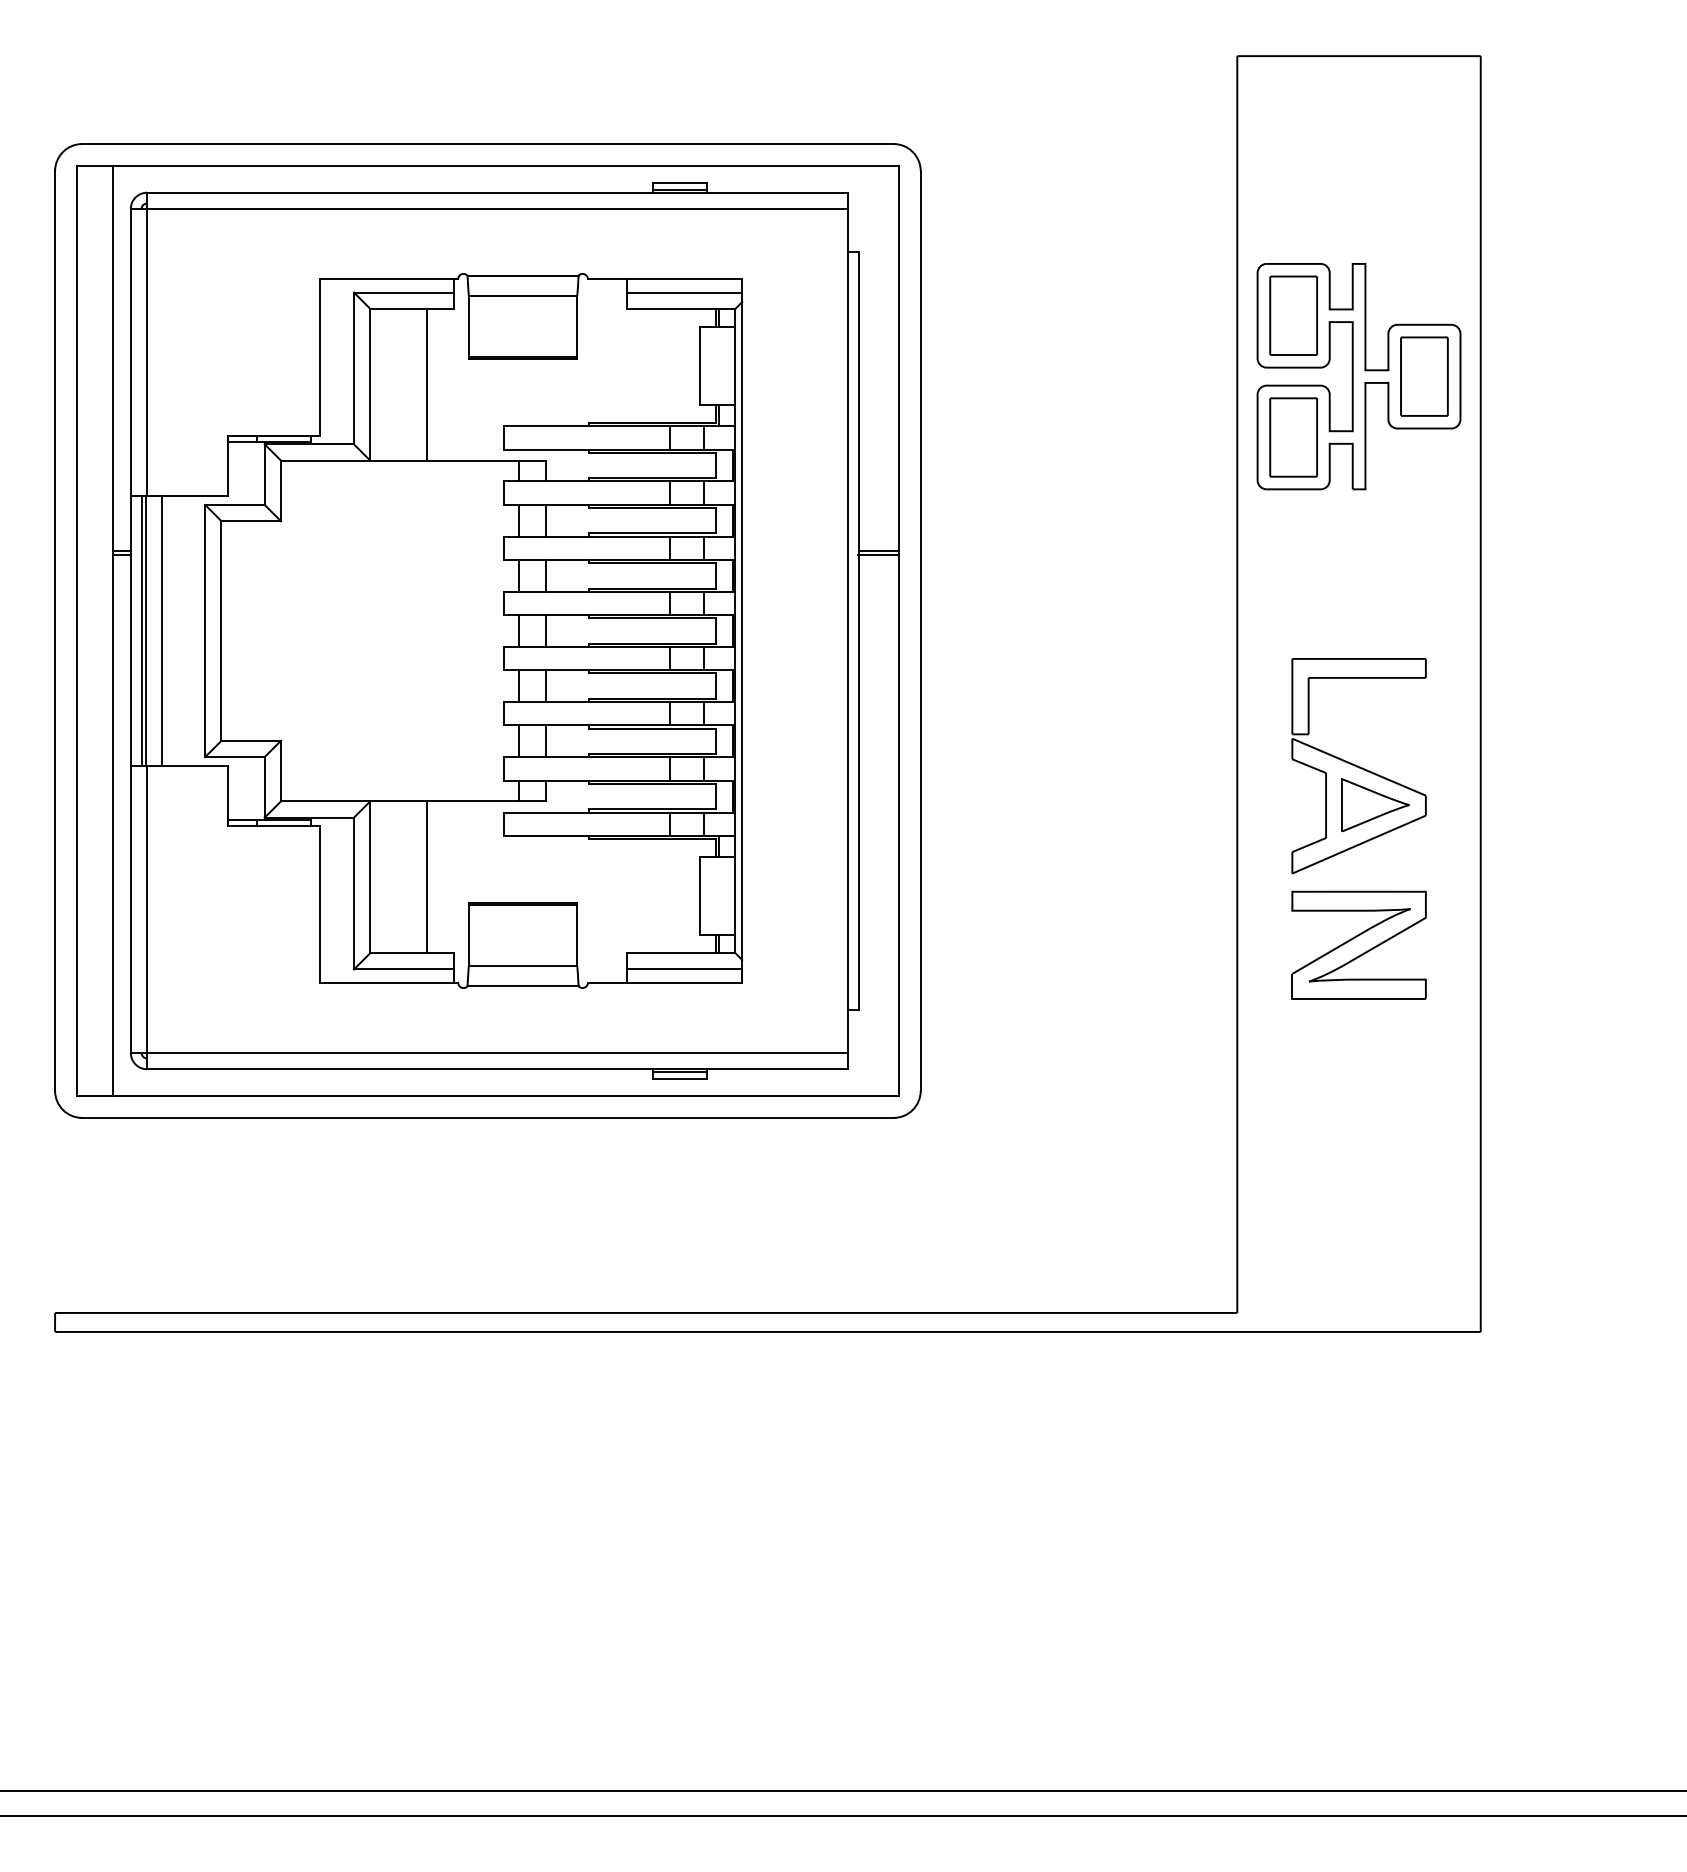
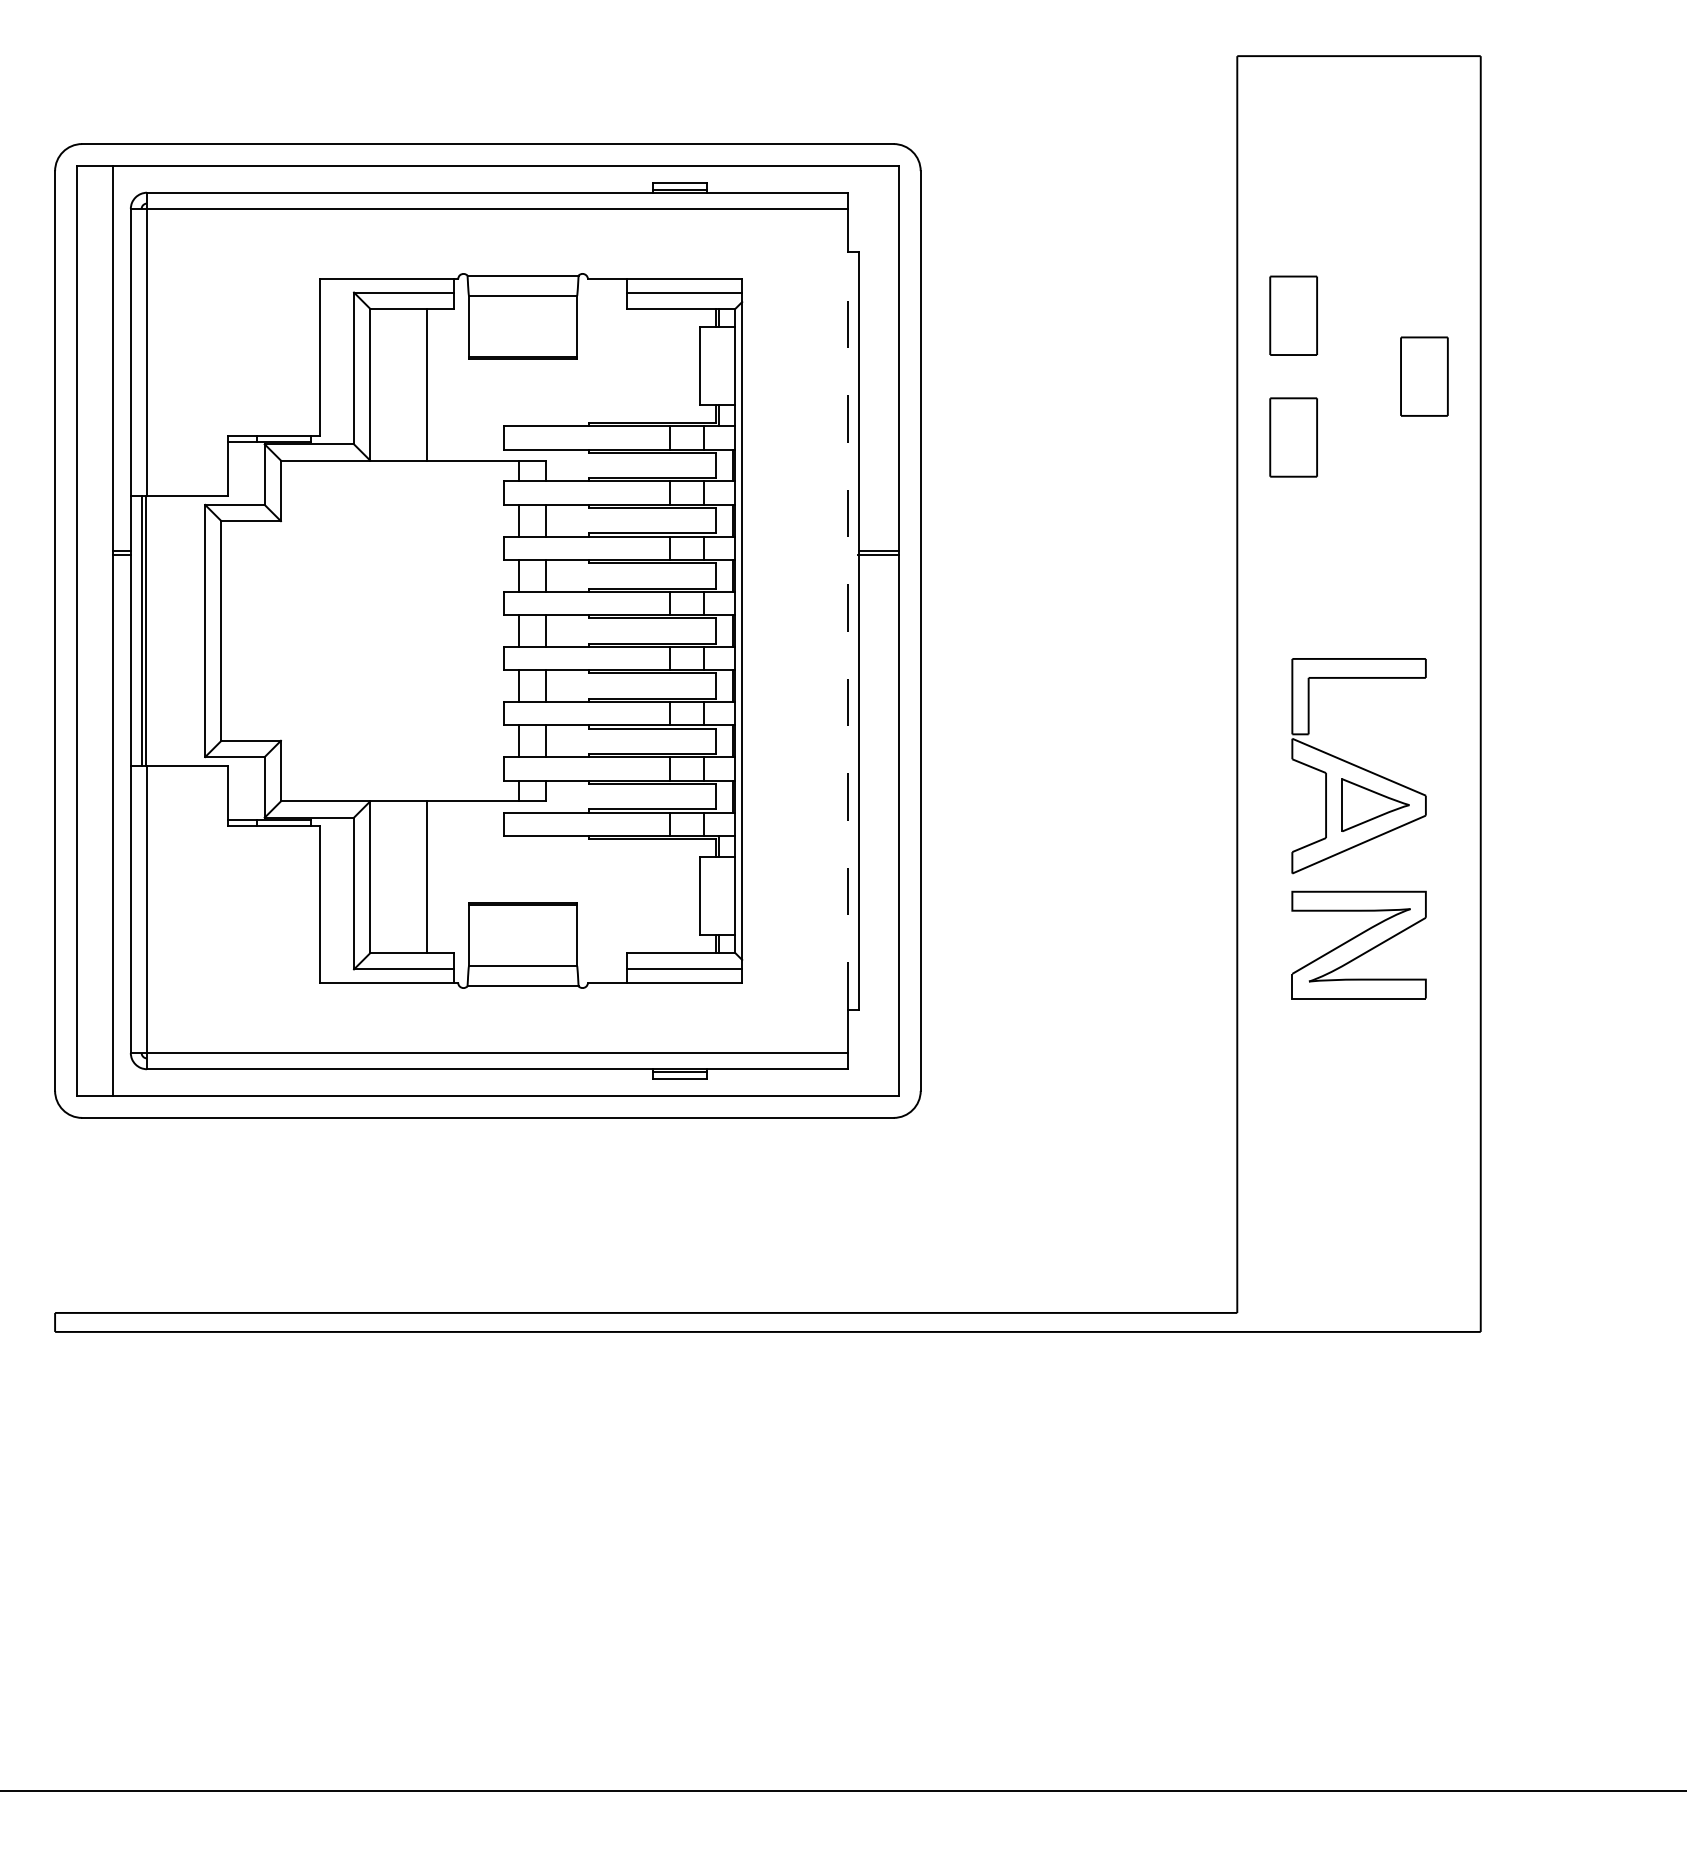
part at (1358, 376): present -> none
line at (161, 630): present -> none
line at (847, 631): solid -> dashed
line at (842, 1815): present -> none
